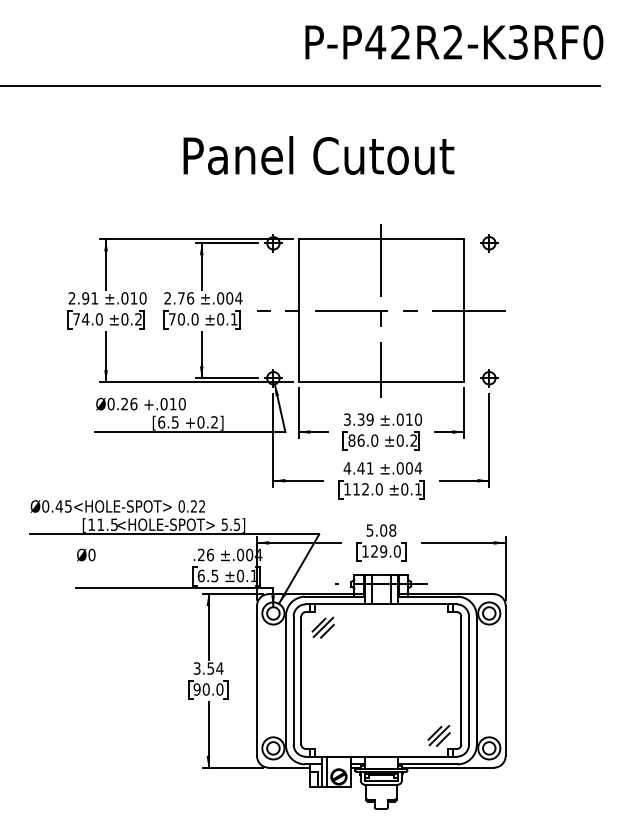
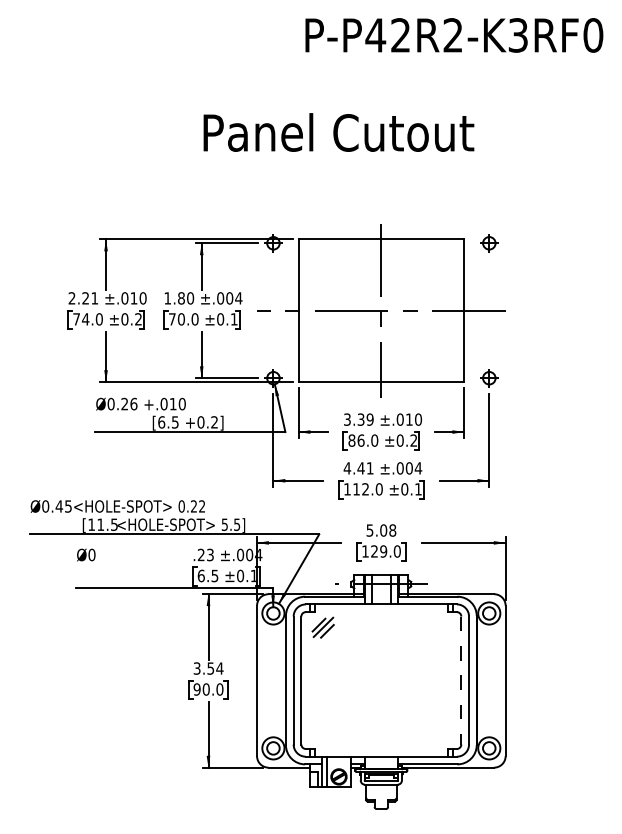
text at (454, 42) position: (454, 42) -> (454, 35)
line at (300, 85): present -> none
text at (318, 155) position: (318, 155) -> (338, 132)
text at (85, 298): 2.91 -> 2.21
text at (179, 298): 2.76 -> 1.80
text at (210, 554): .26 -> .23
line at (461, 680): solid -> dashed
part at (438, 735): present -> none
